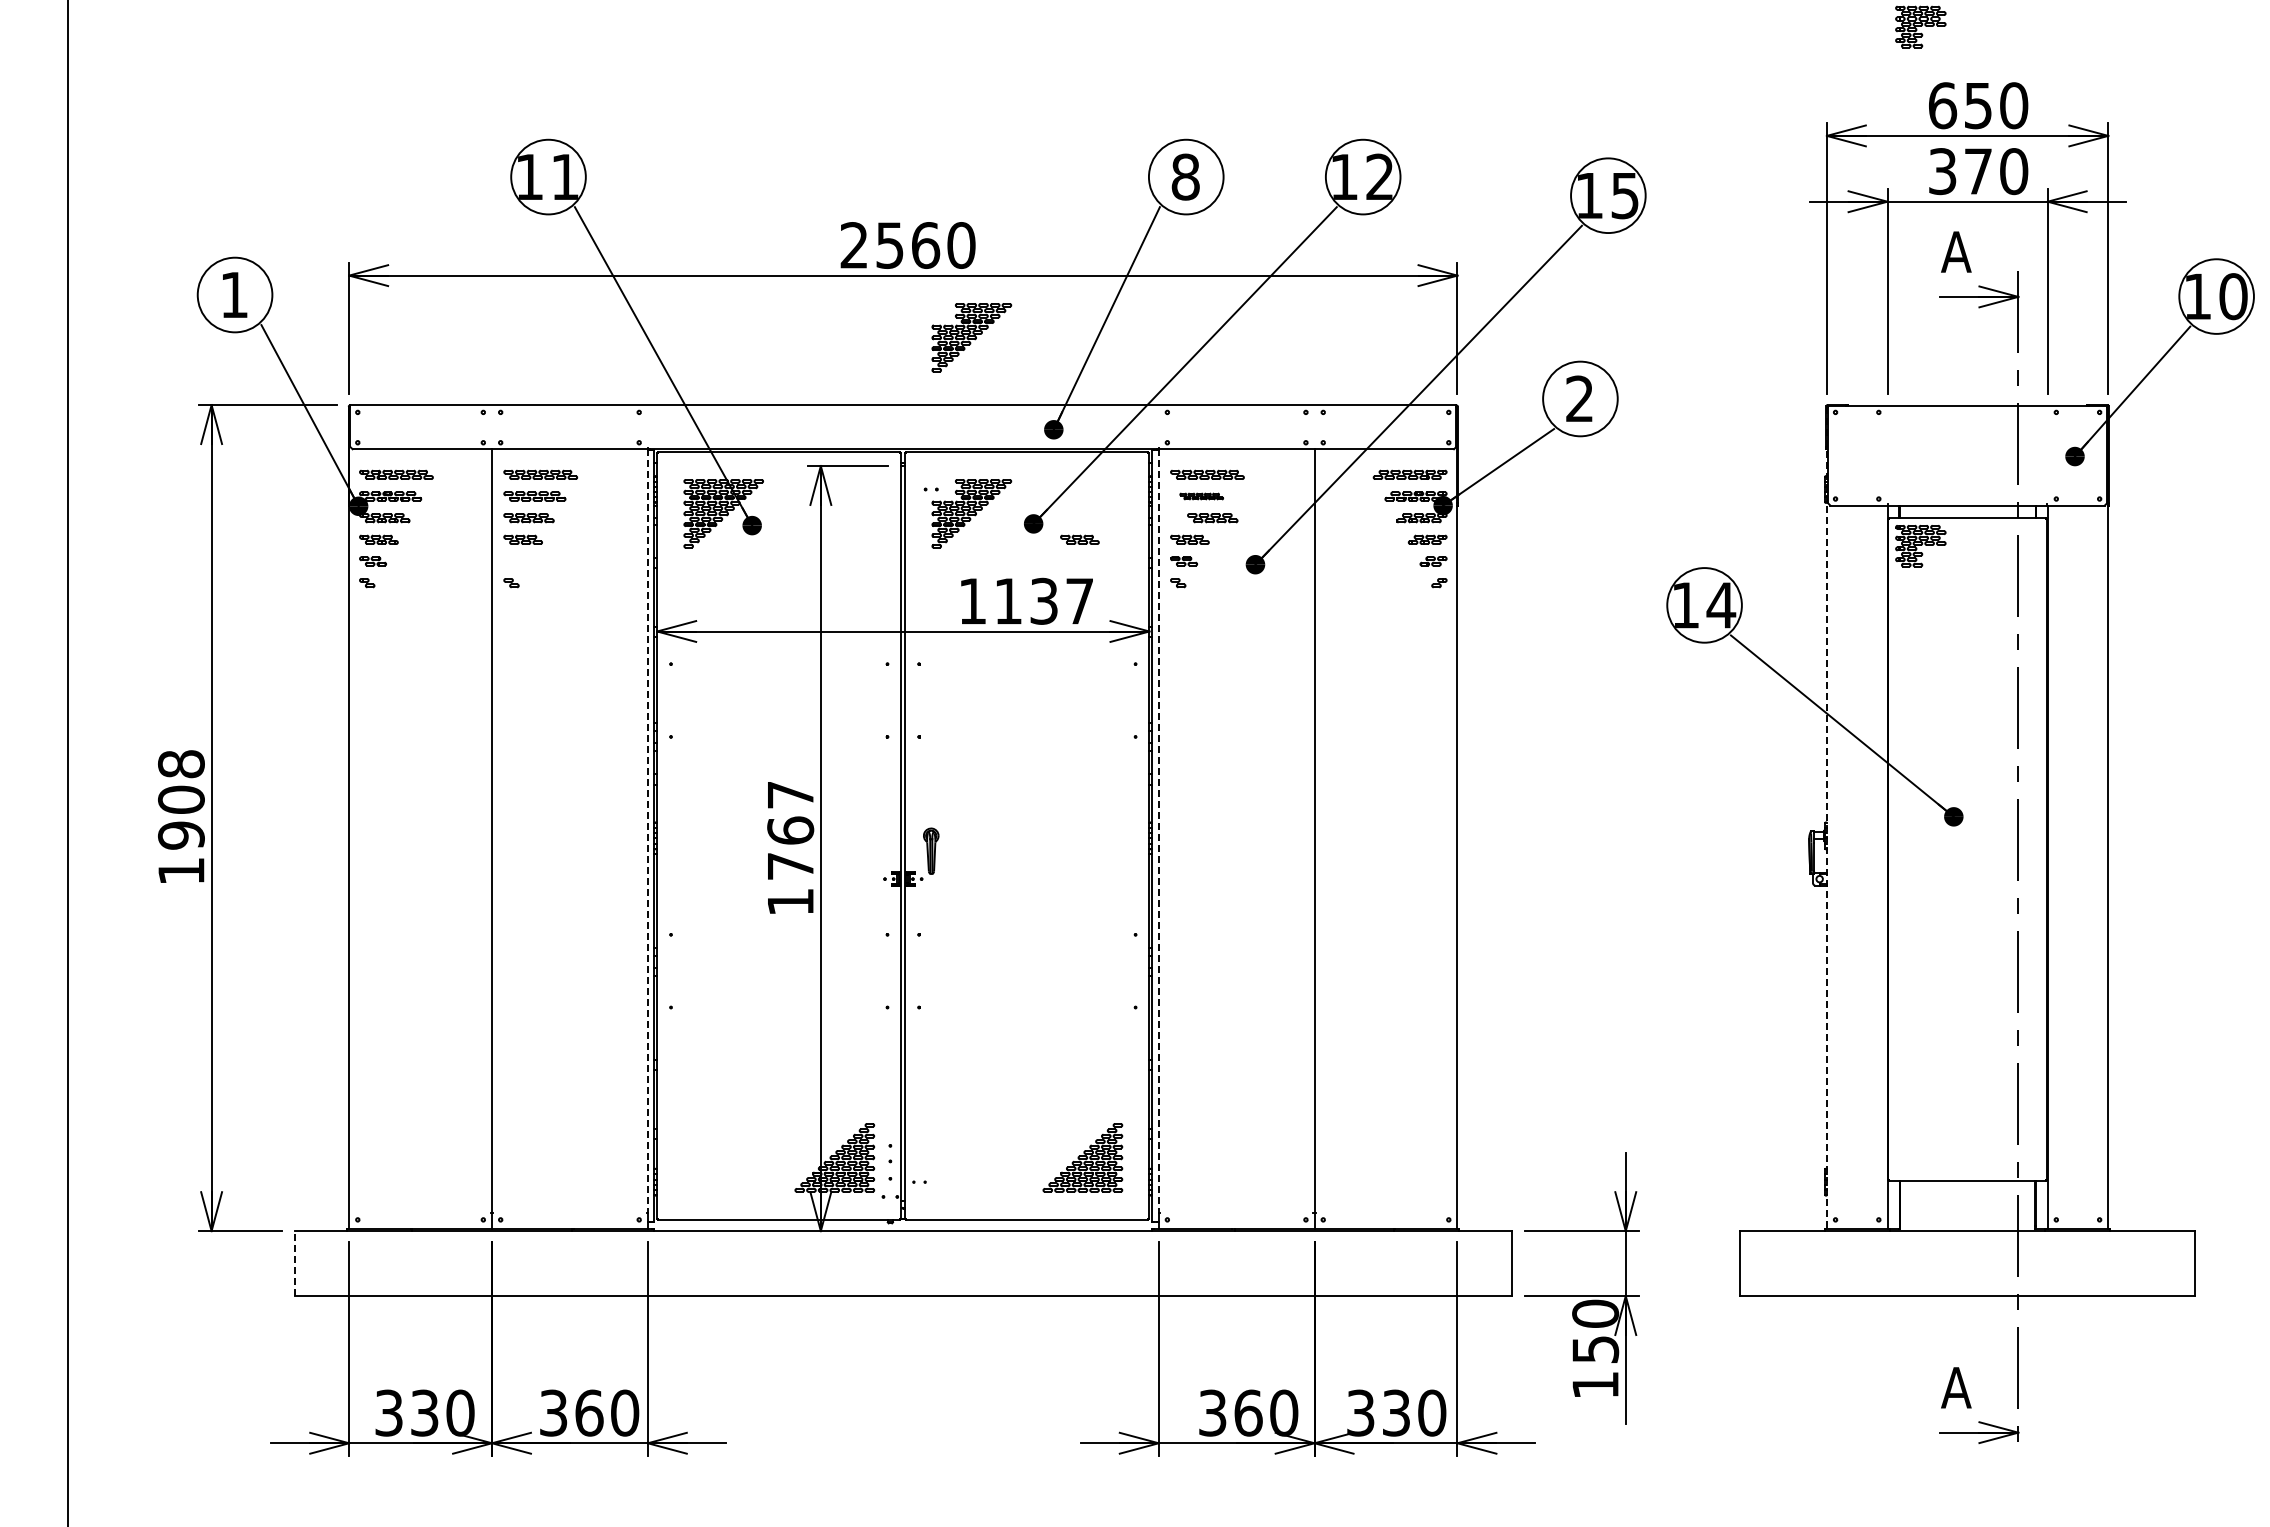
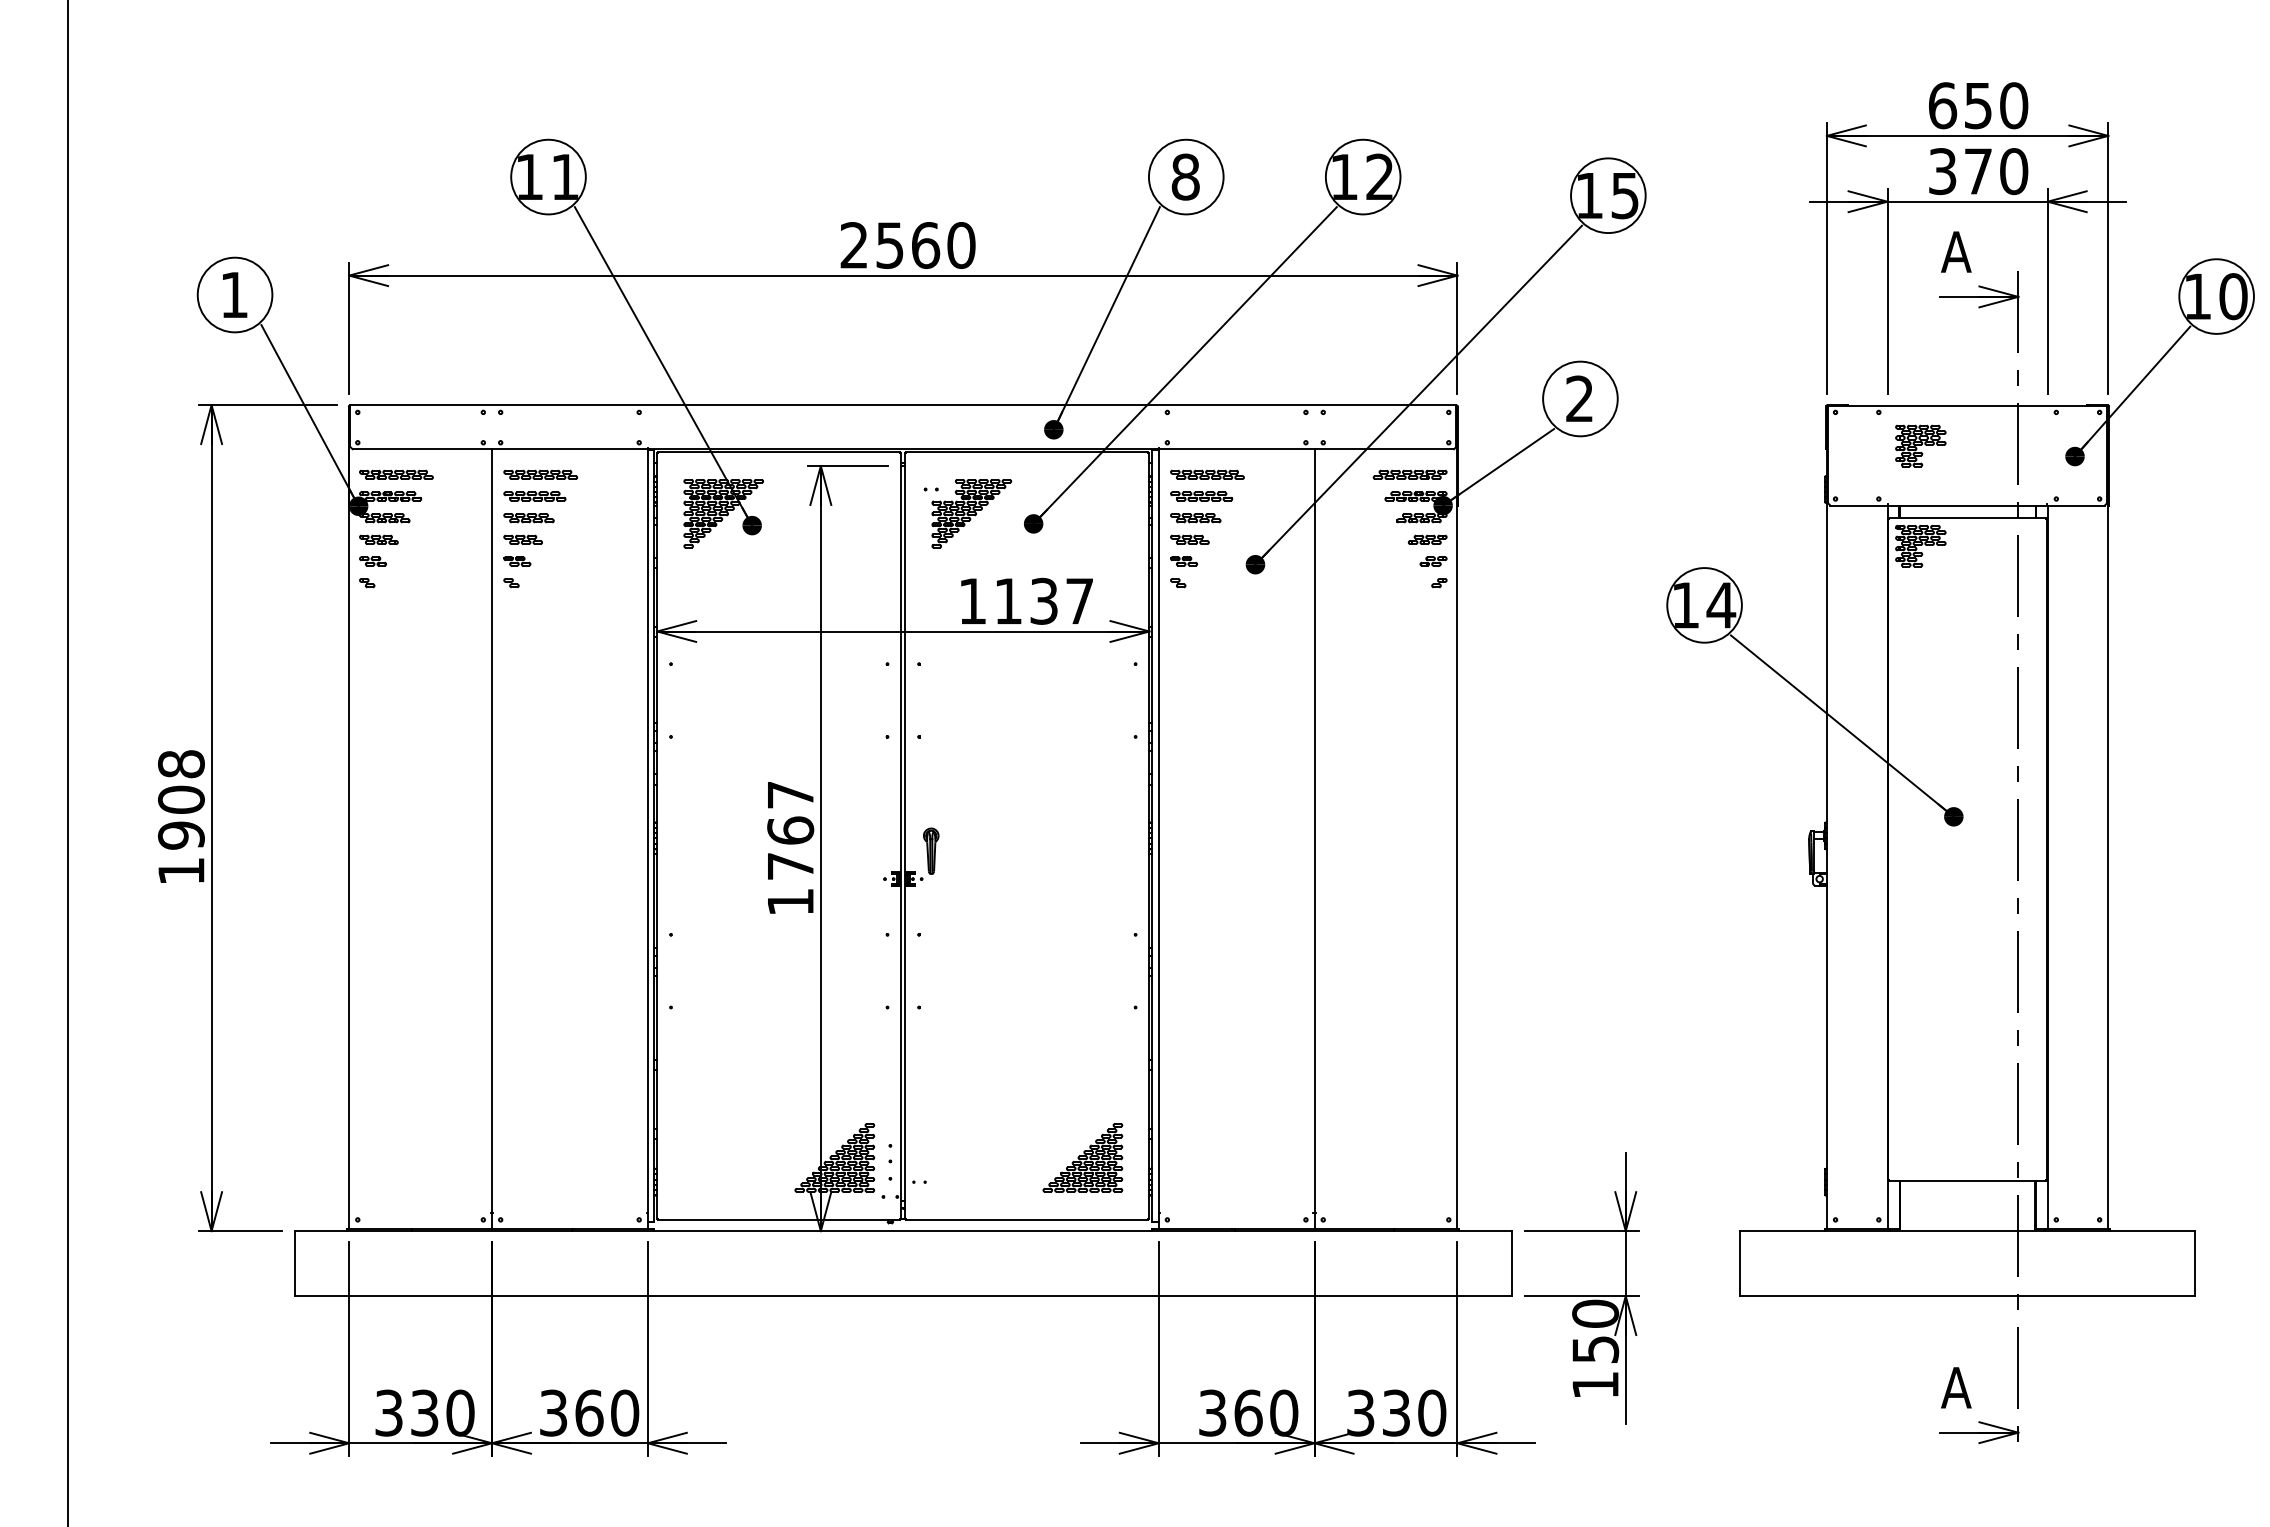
part at (1920, 26) position: (1920, 26) -> (1920, 445)
part at (971, 337): present -> none
part at (1201, 496) size: 45x9 px -> 64x11 px
part at (1212, 518) position: (1212, 518) -> (1195, 518)
part at (1079, 539): present -> none
part at (517, 561): none -> present
line at (1826, 817): dashed -> solid
line at (647, 831): dashed -> solid
line at (1158, 831): dashed -> solid
line at (295, 1263): dashed -> solid
